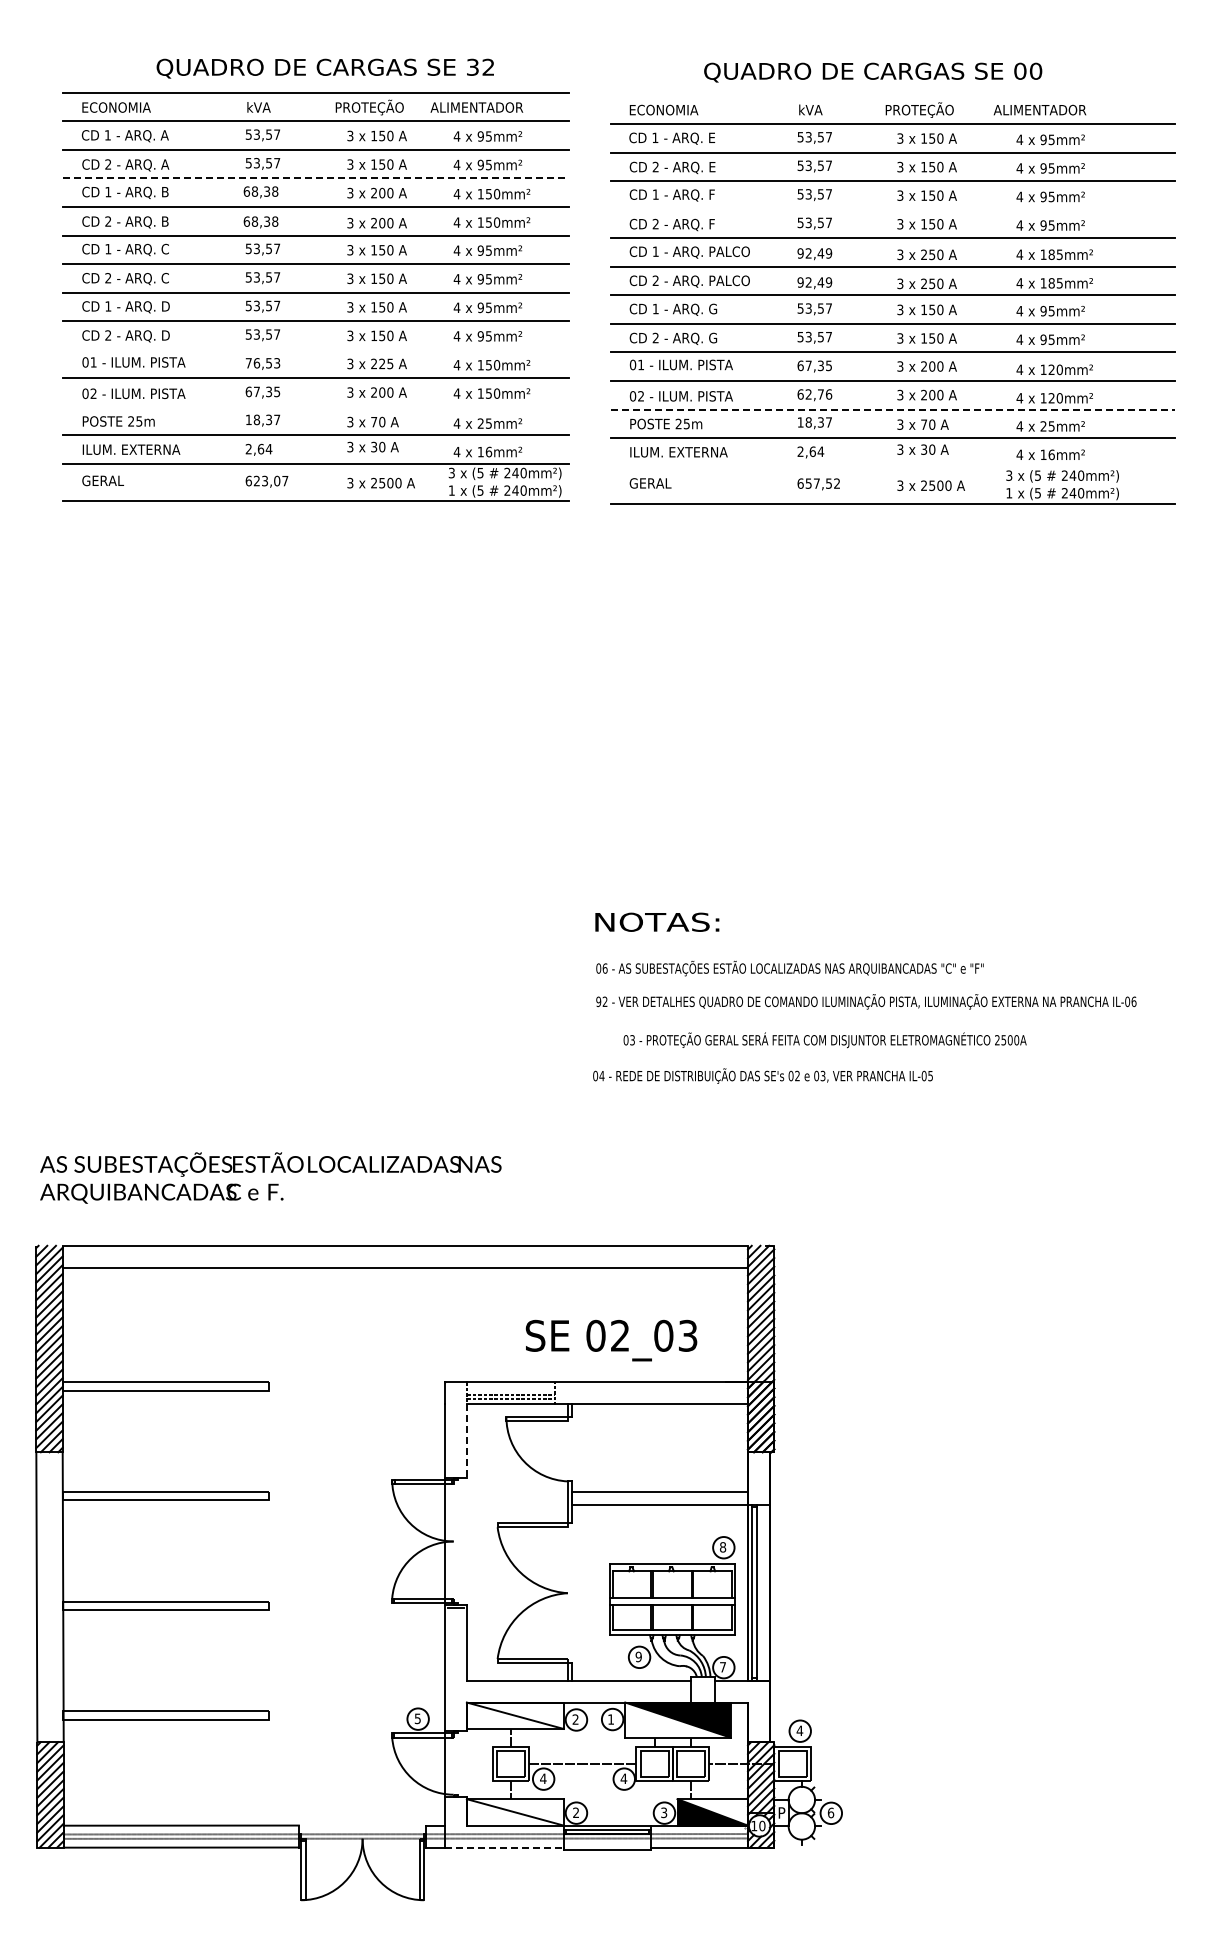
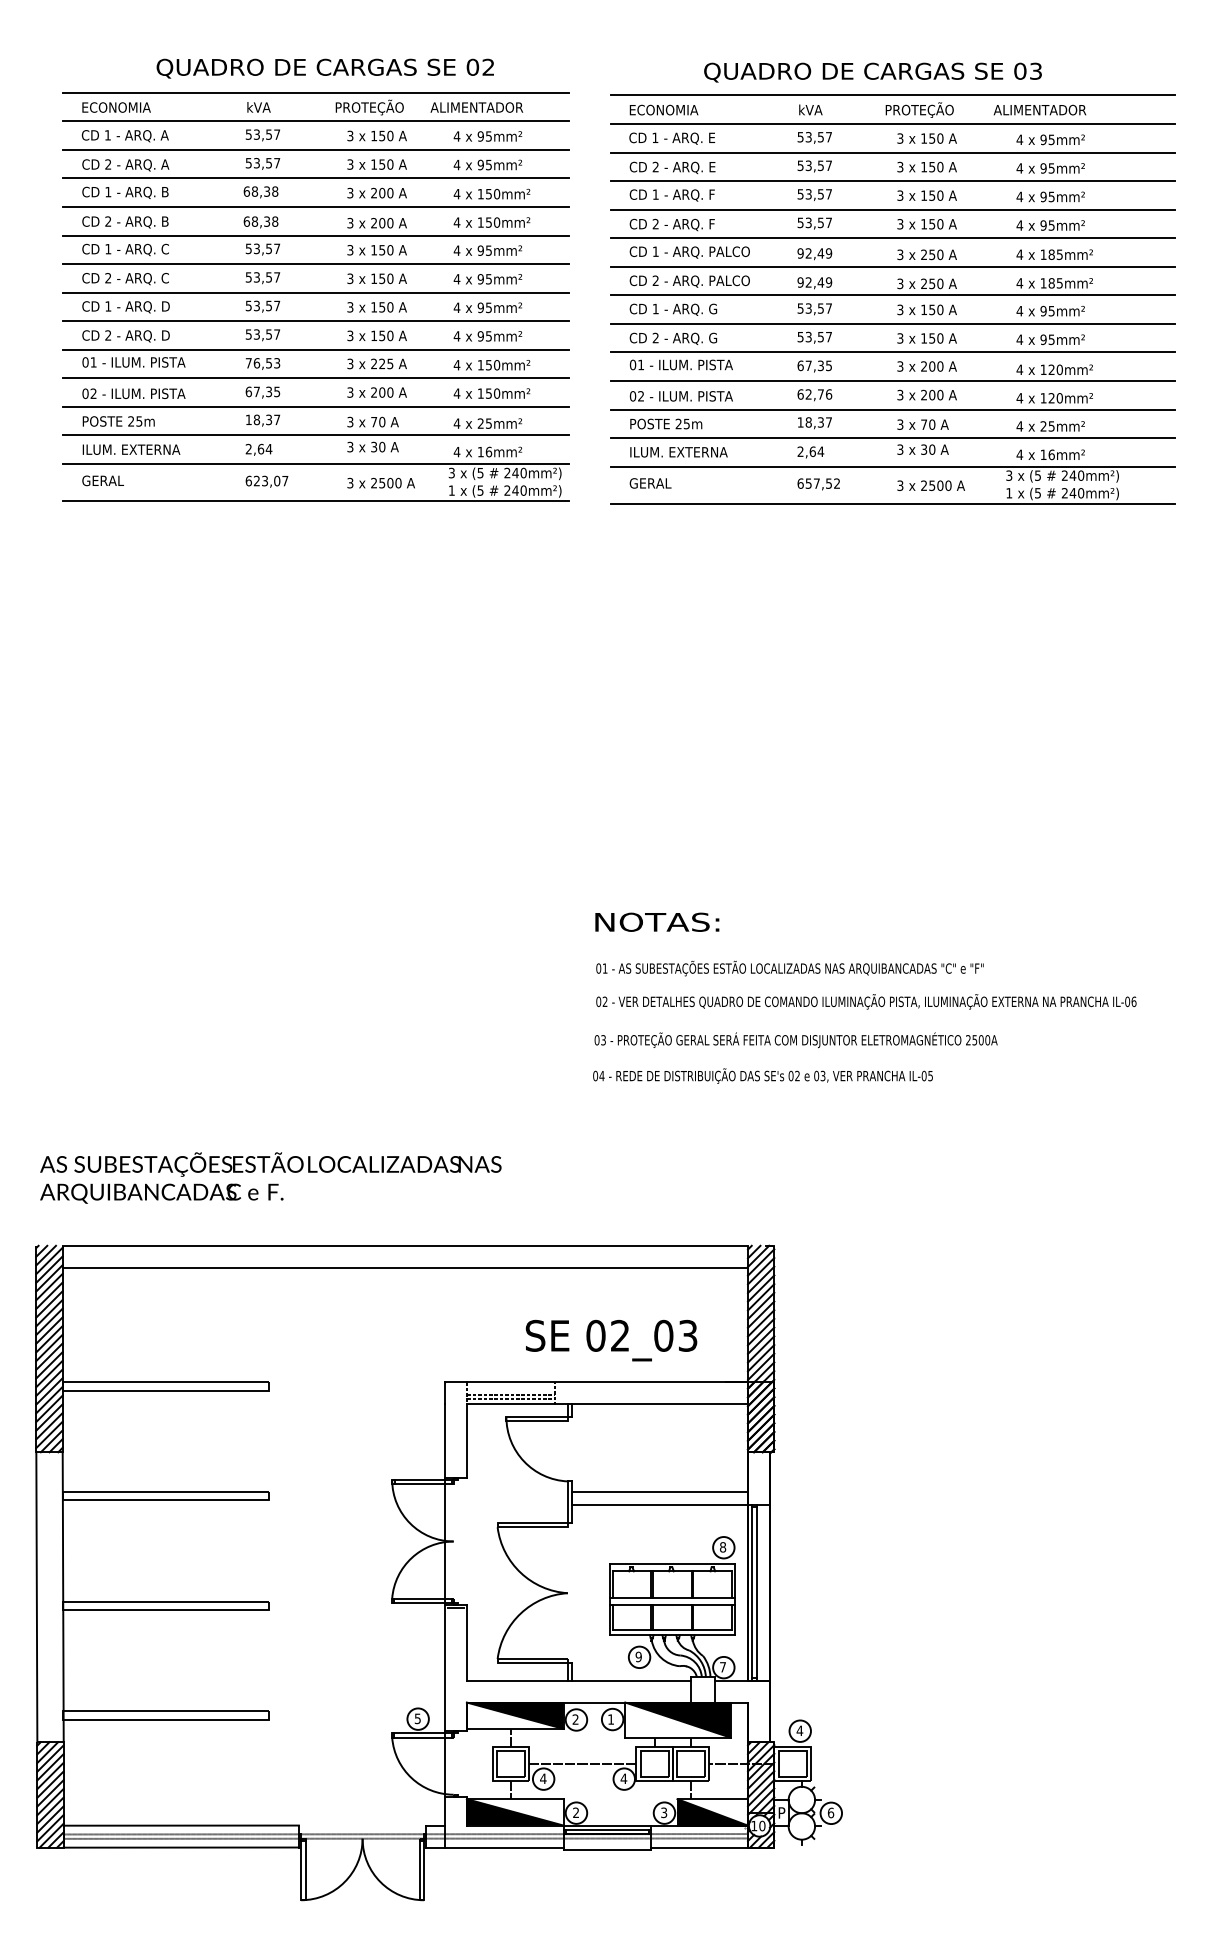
text at (472, 66): 32 -> 02
text at (1035, 70): 00 -> 03
line at (892, 95): none -> present
line at (316, 178): dashed -> solid
line at (892, 209): none -> present
line at (316, 349): none -> present
line at (316, 406): none -> present
line at (892, 409): dashed -> solid
line at (892, 466): none -> present
text at (604, 968): 06 -> 01
text at (598, 1001): 92 -> 02
text at (824, 1040) position: (824, 1040) -> (795, 1040)
line at (466, 1440): dashed -> solid
fill at (514, 1715): none -> present
fill at (514, 1812): none -> present
line at (504, 1847): dashed -> solid
